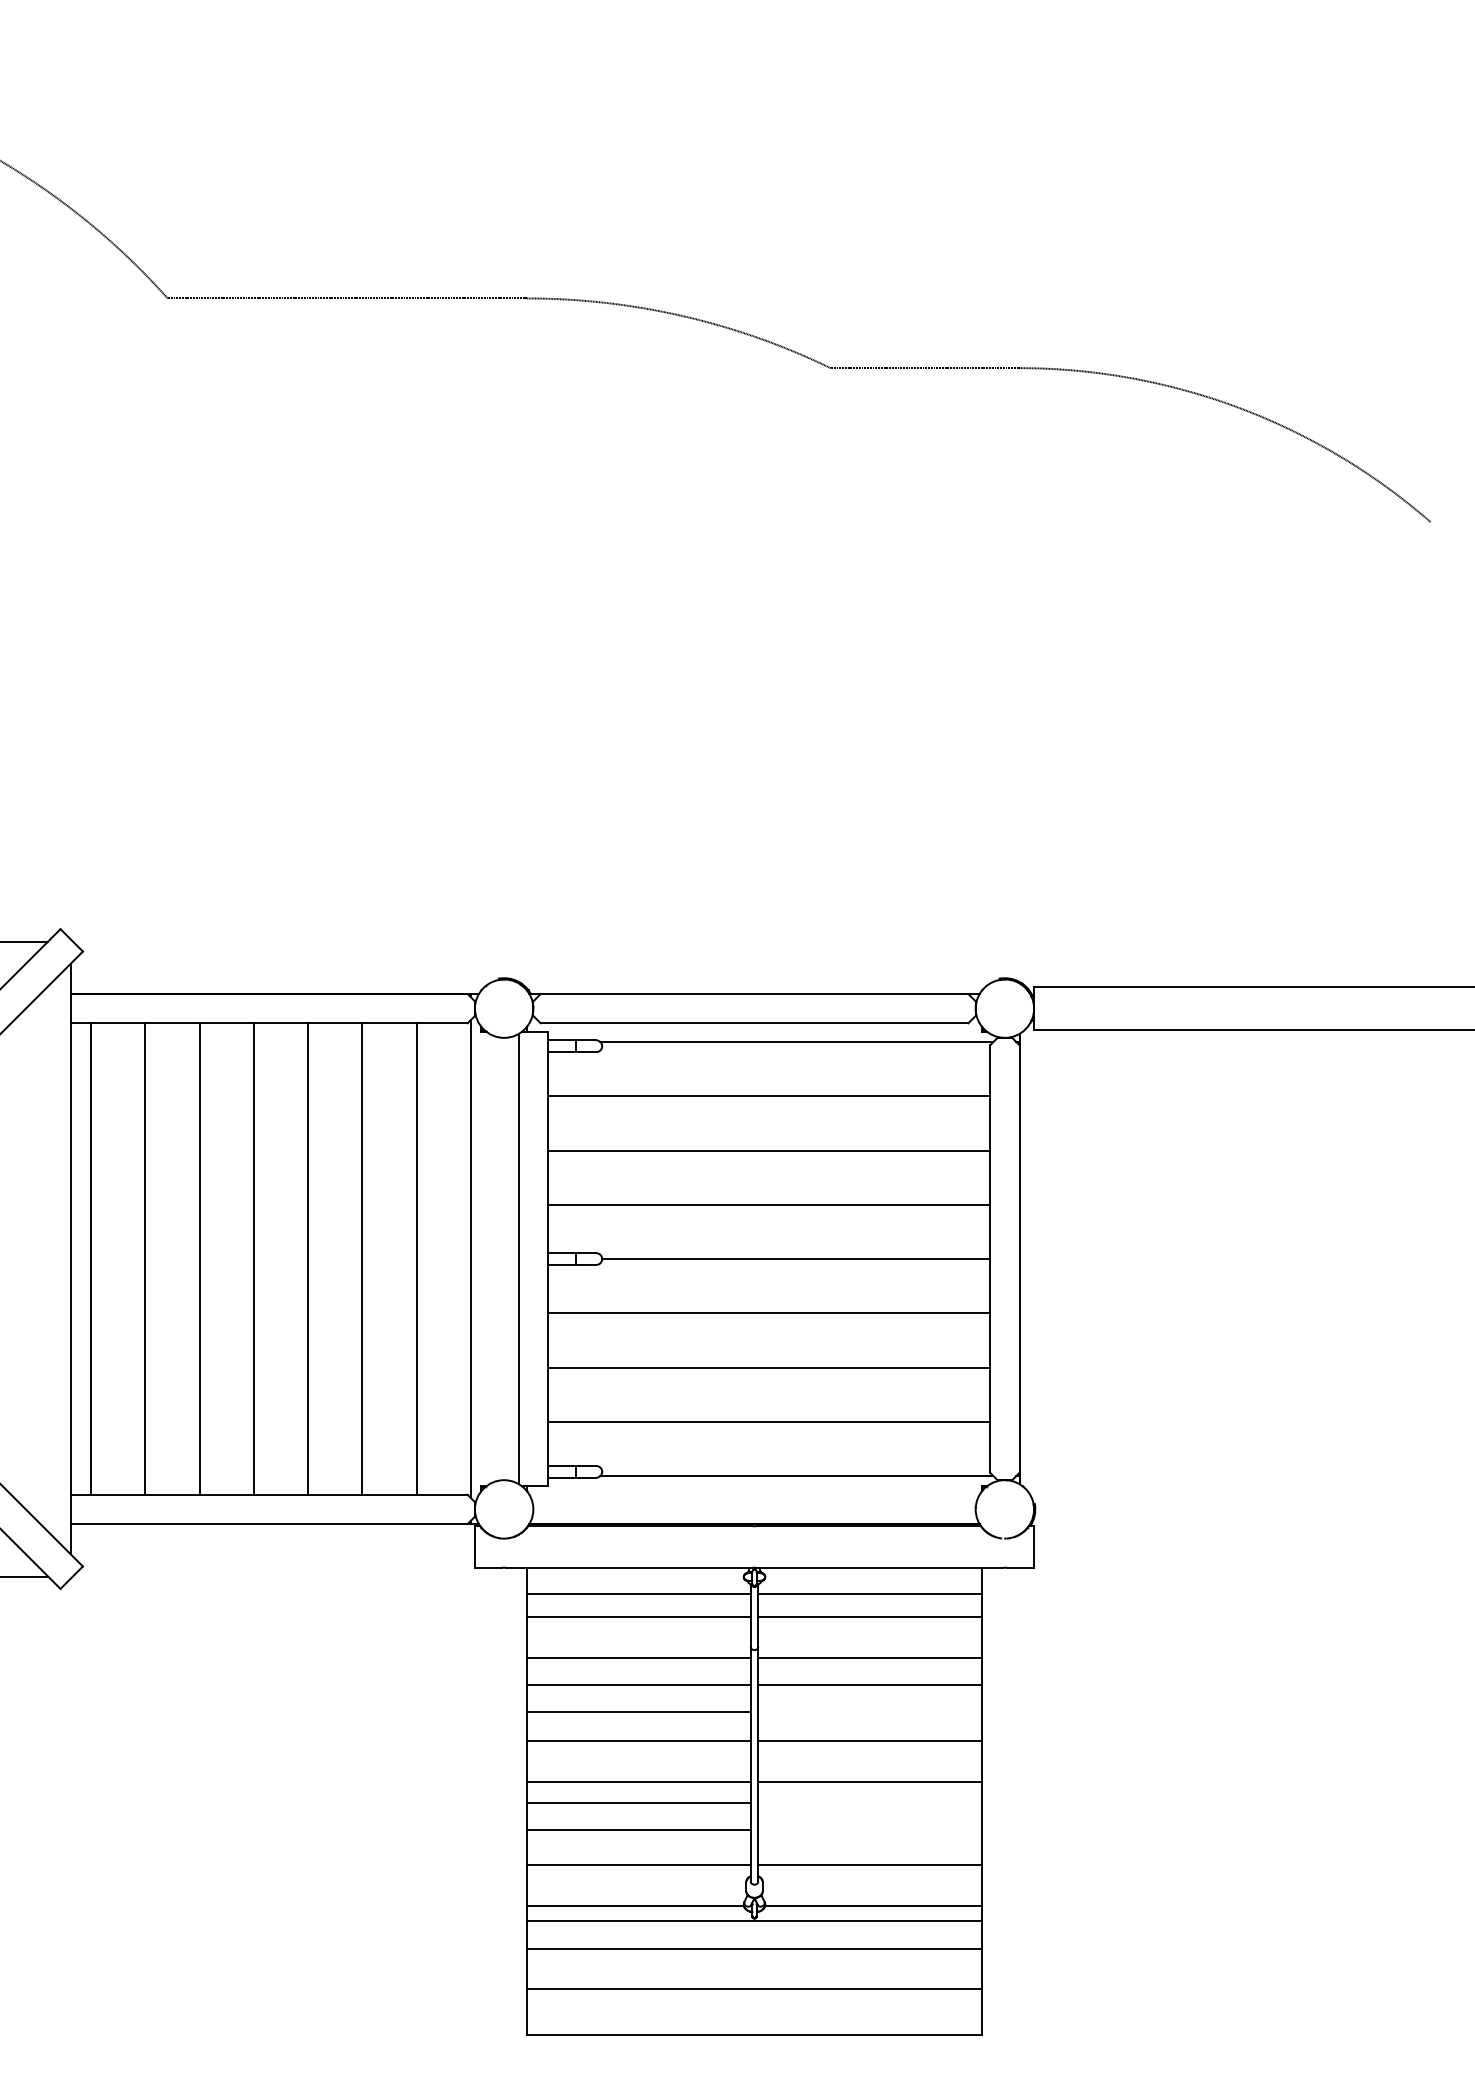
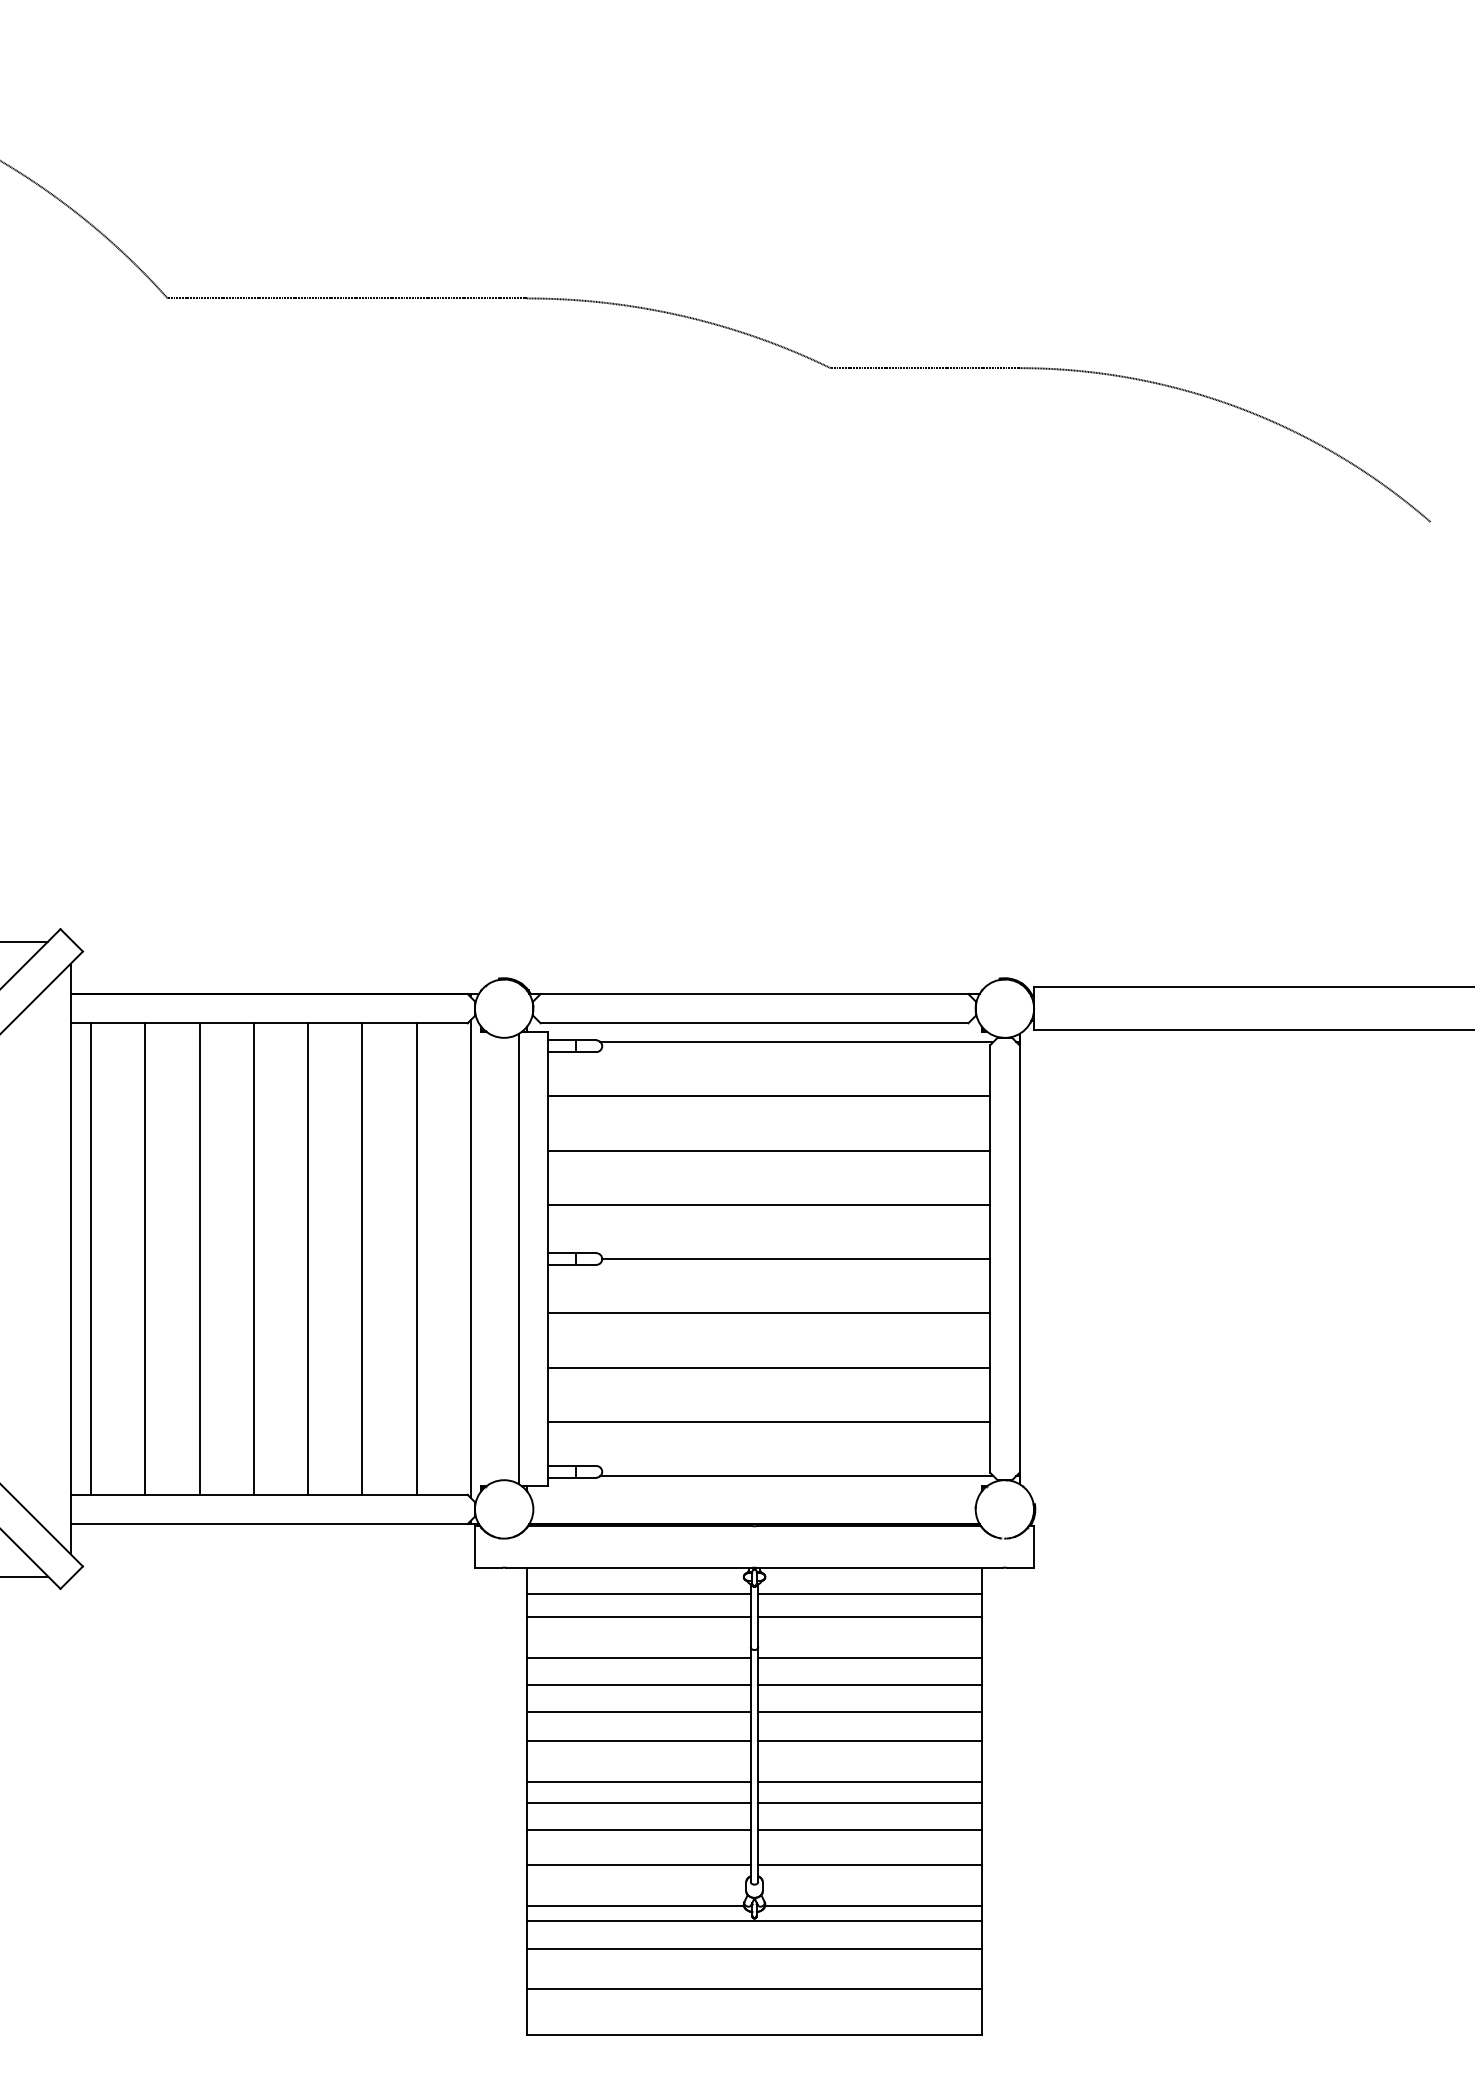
line at (869, 1712): none -> present
line at (869, 1802): none -> present
line at (869, 1830): none -> present
